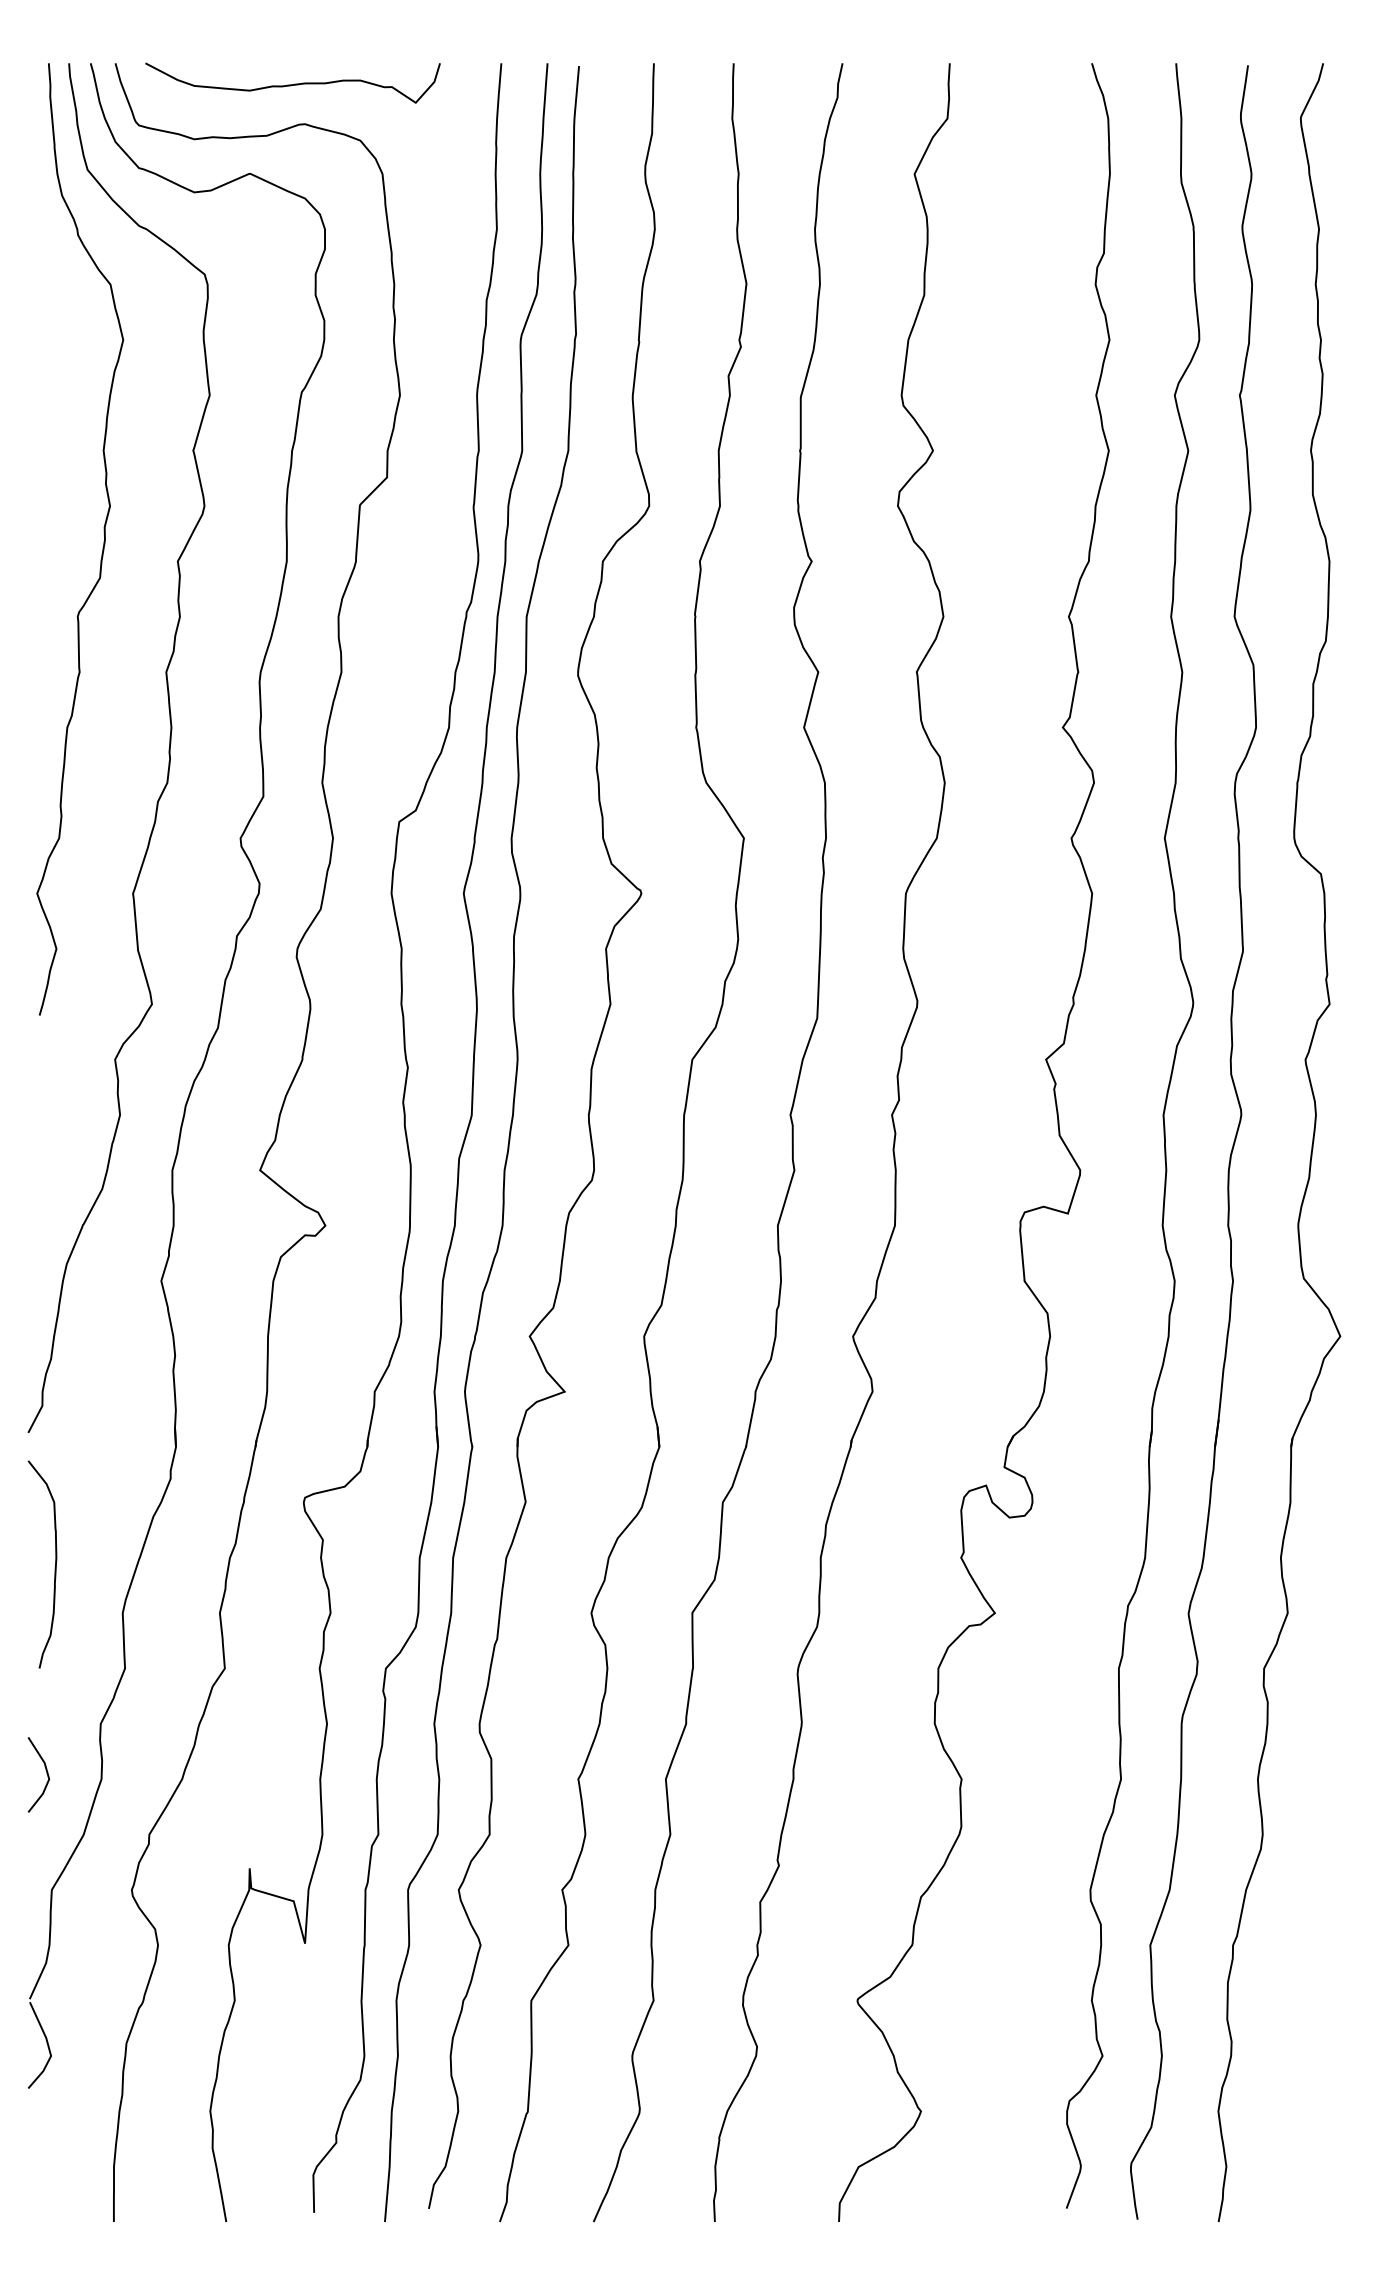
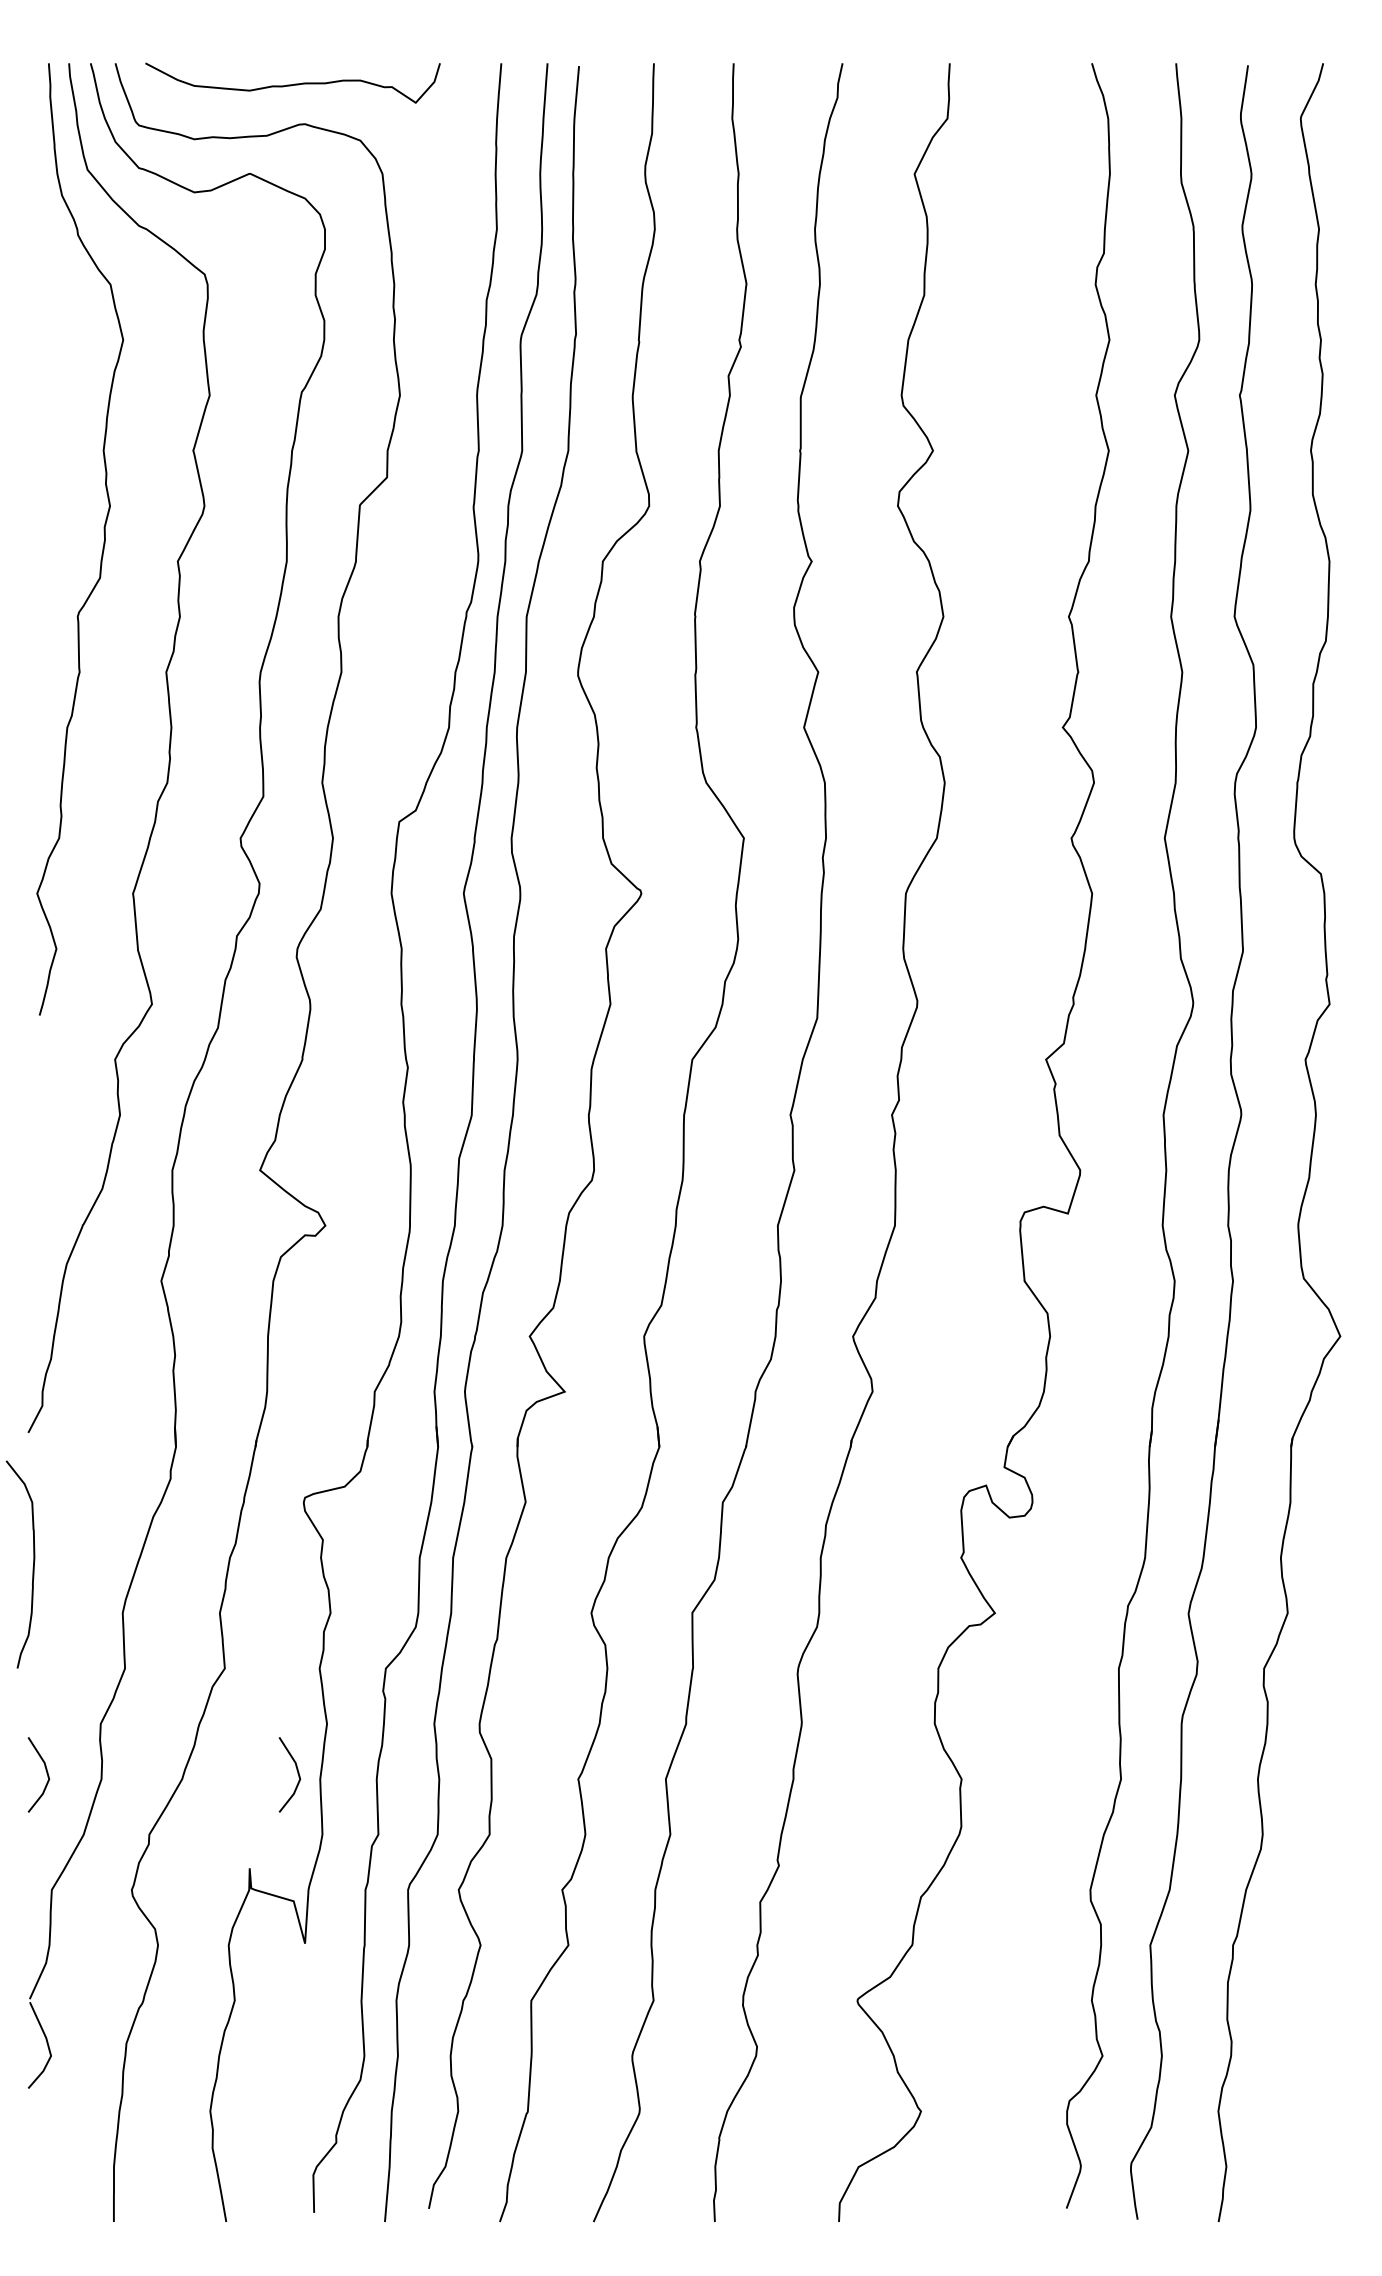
curve at (54, 1567) position: (54, 1567) -> (32, 1567)
line at (296, 1770): none -> present
